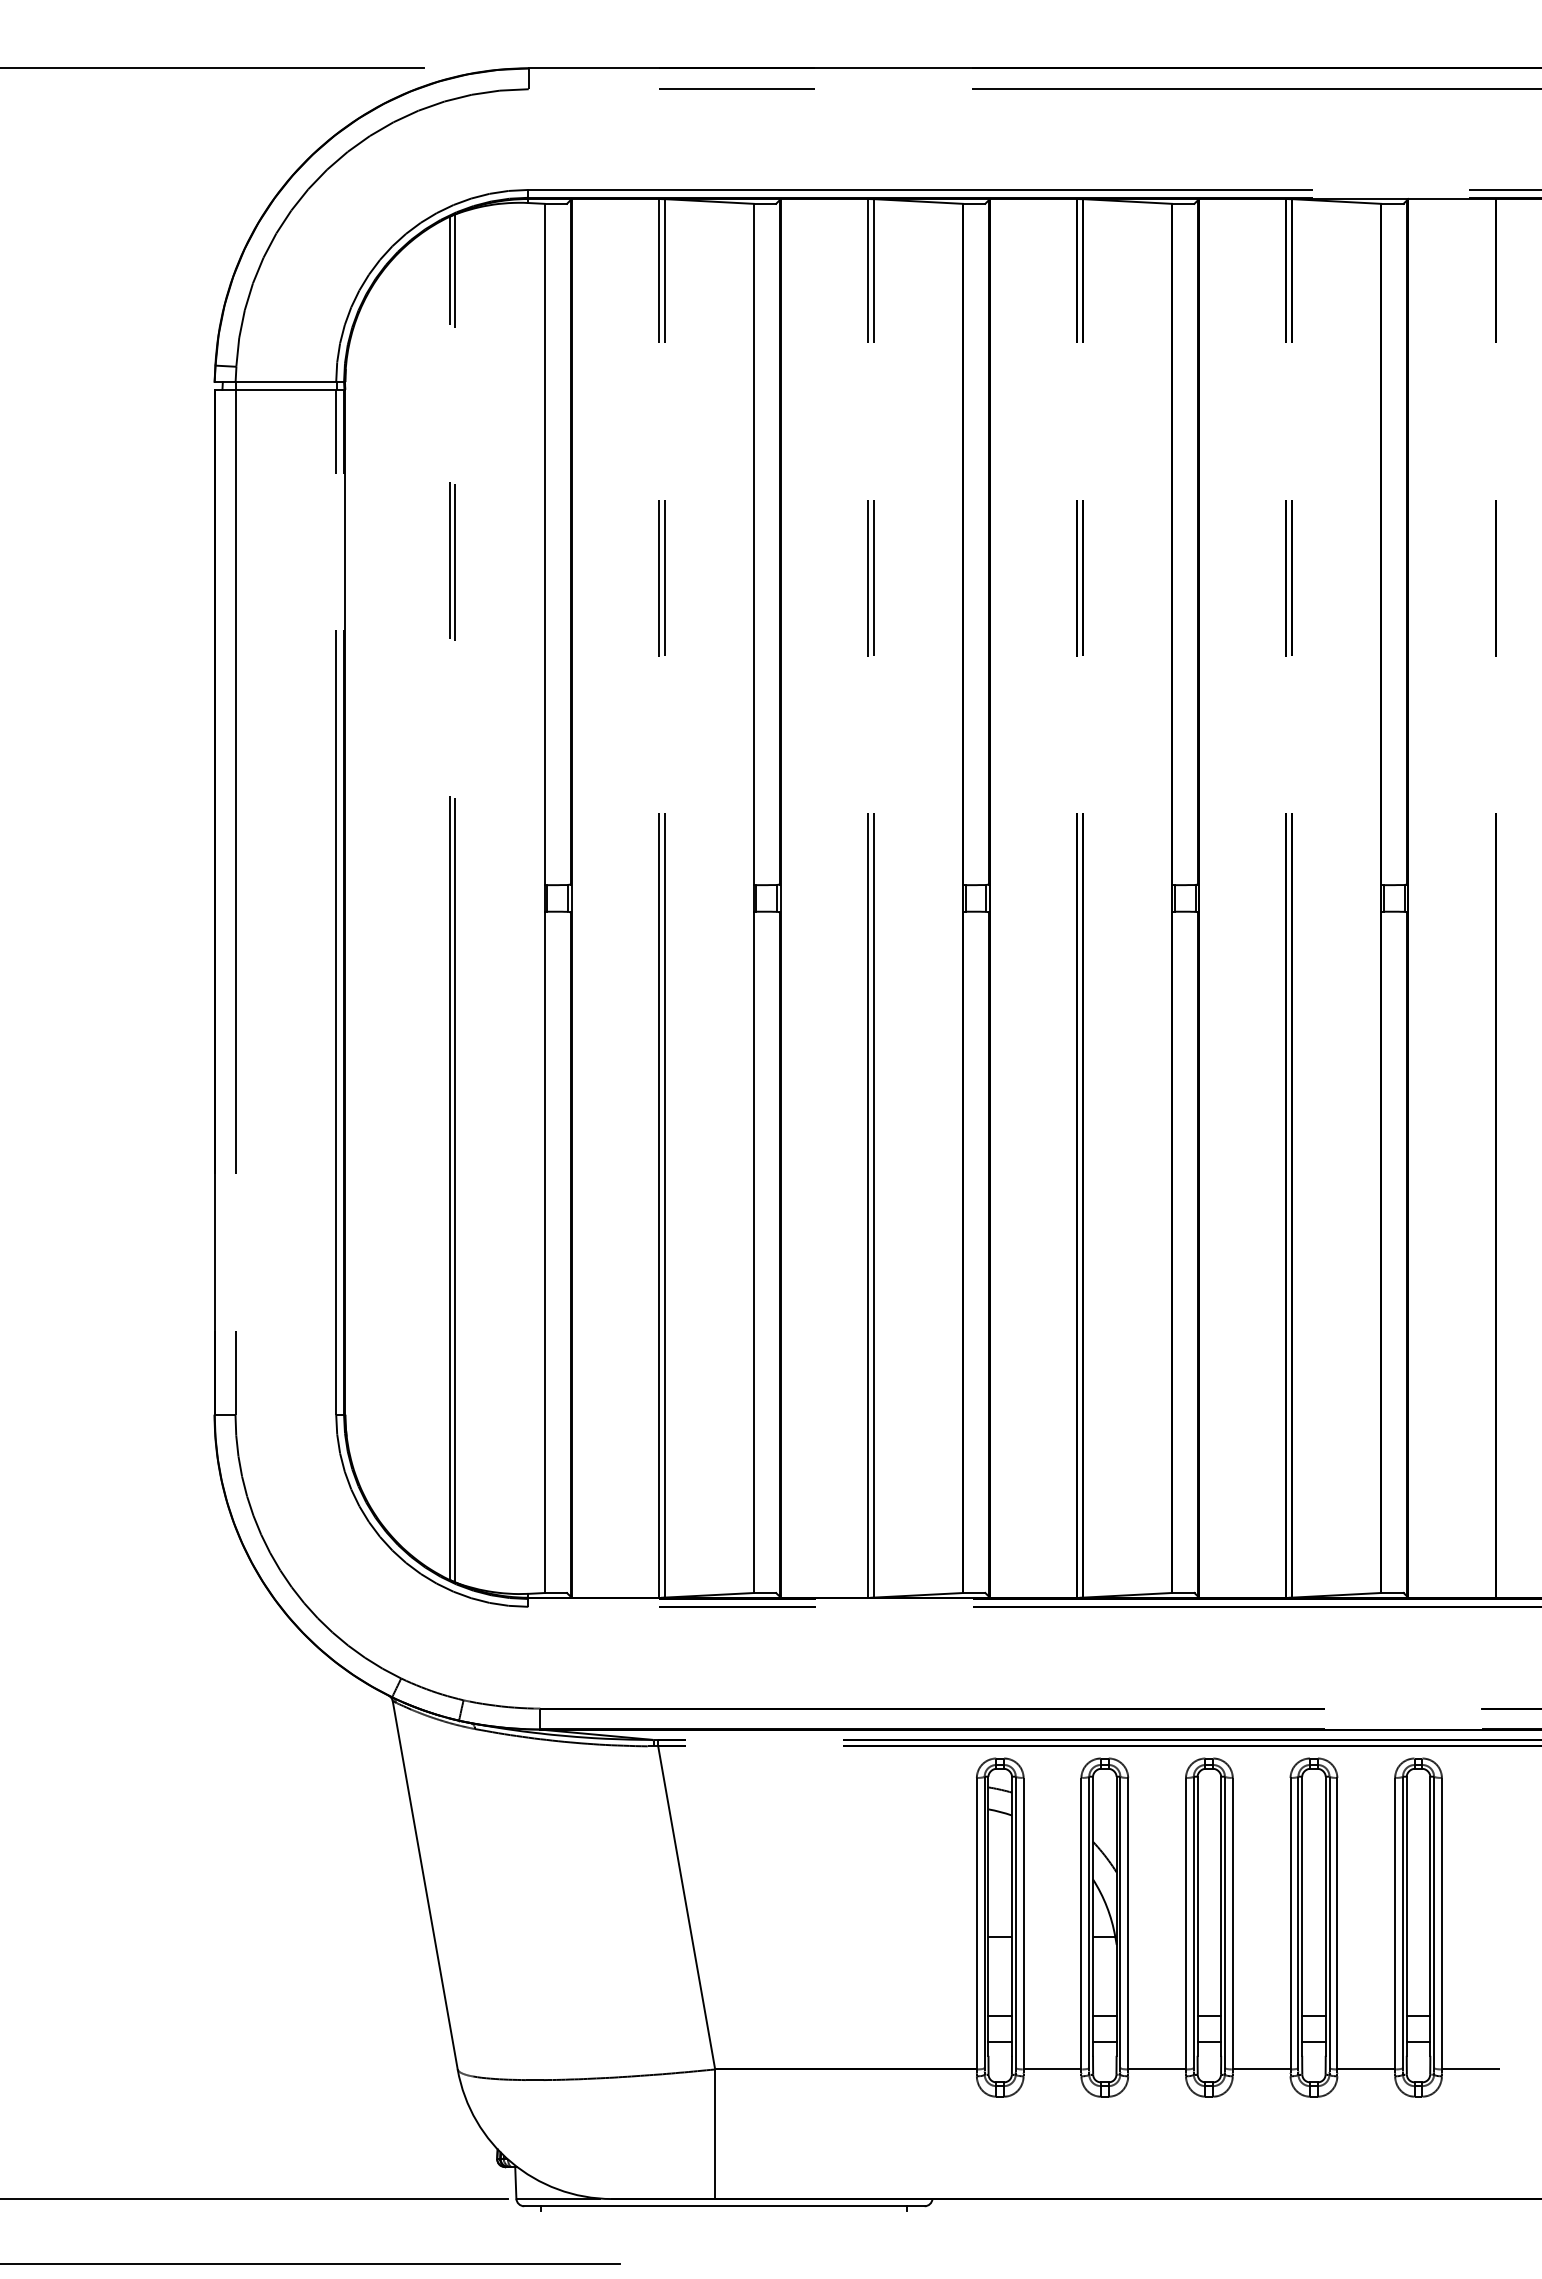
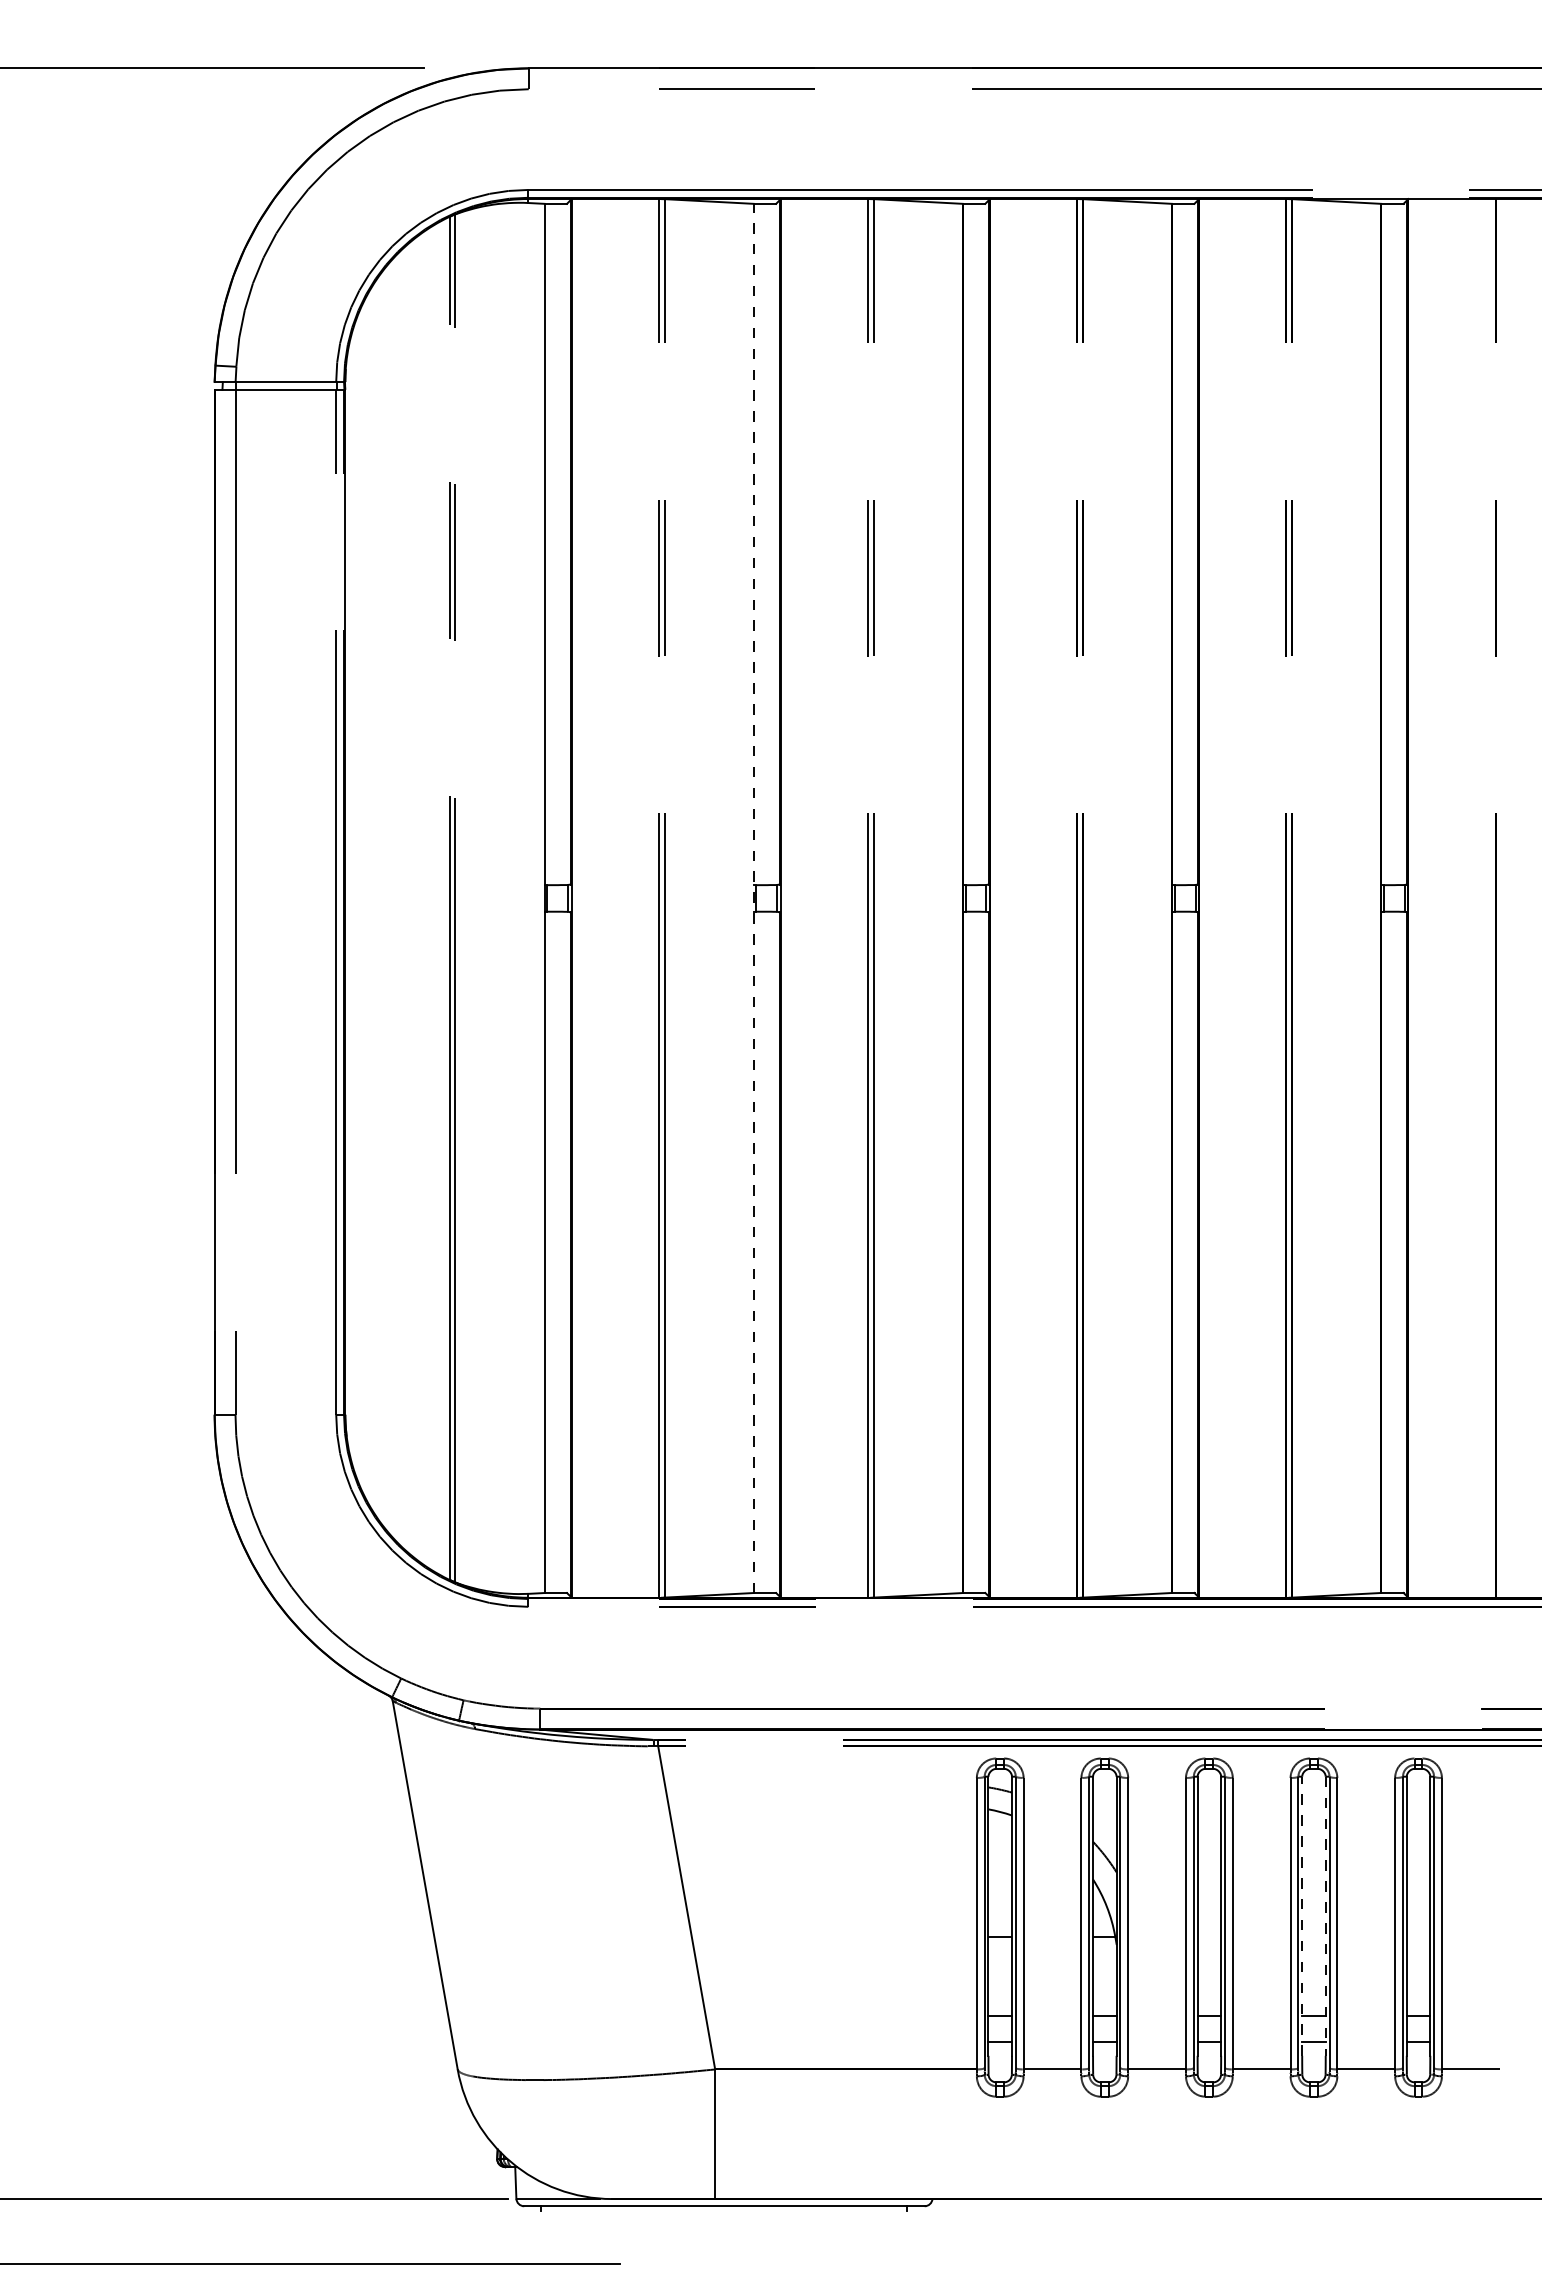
line at (753, 898): solid -> dashed
line at (1302, 1916): solid -> dashed
line at (1325, 1916): solid -> dashed
